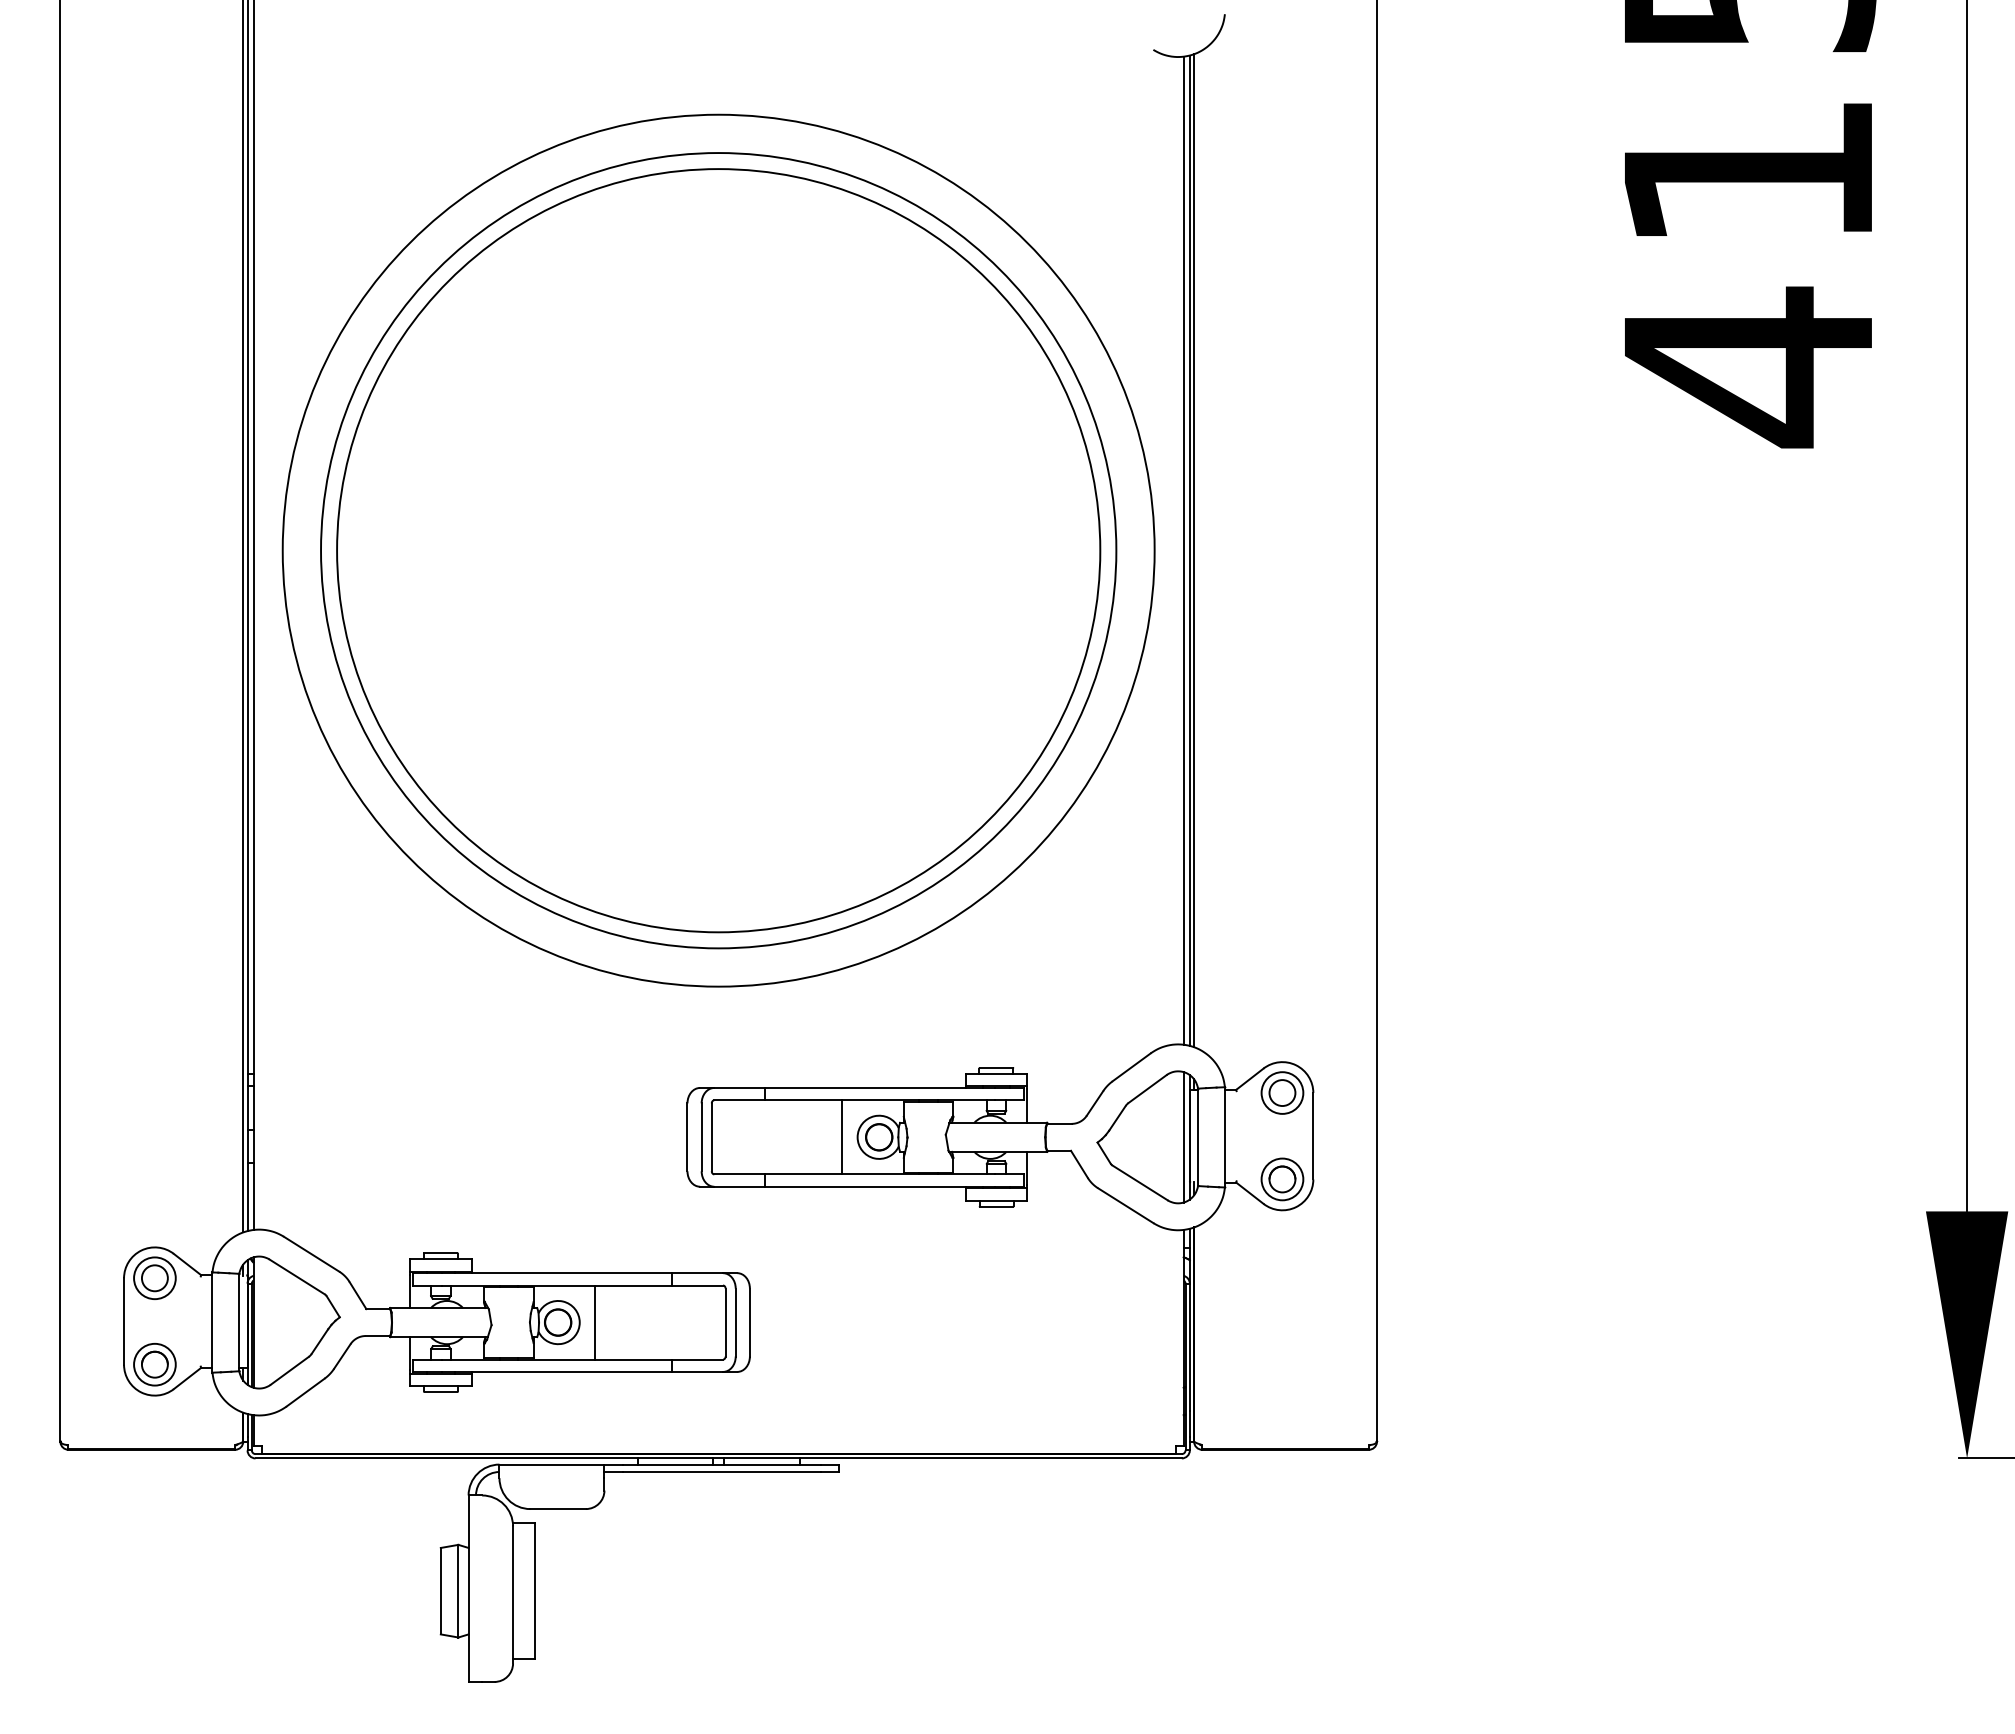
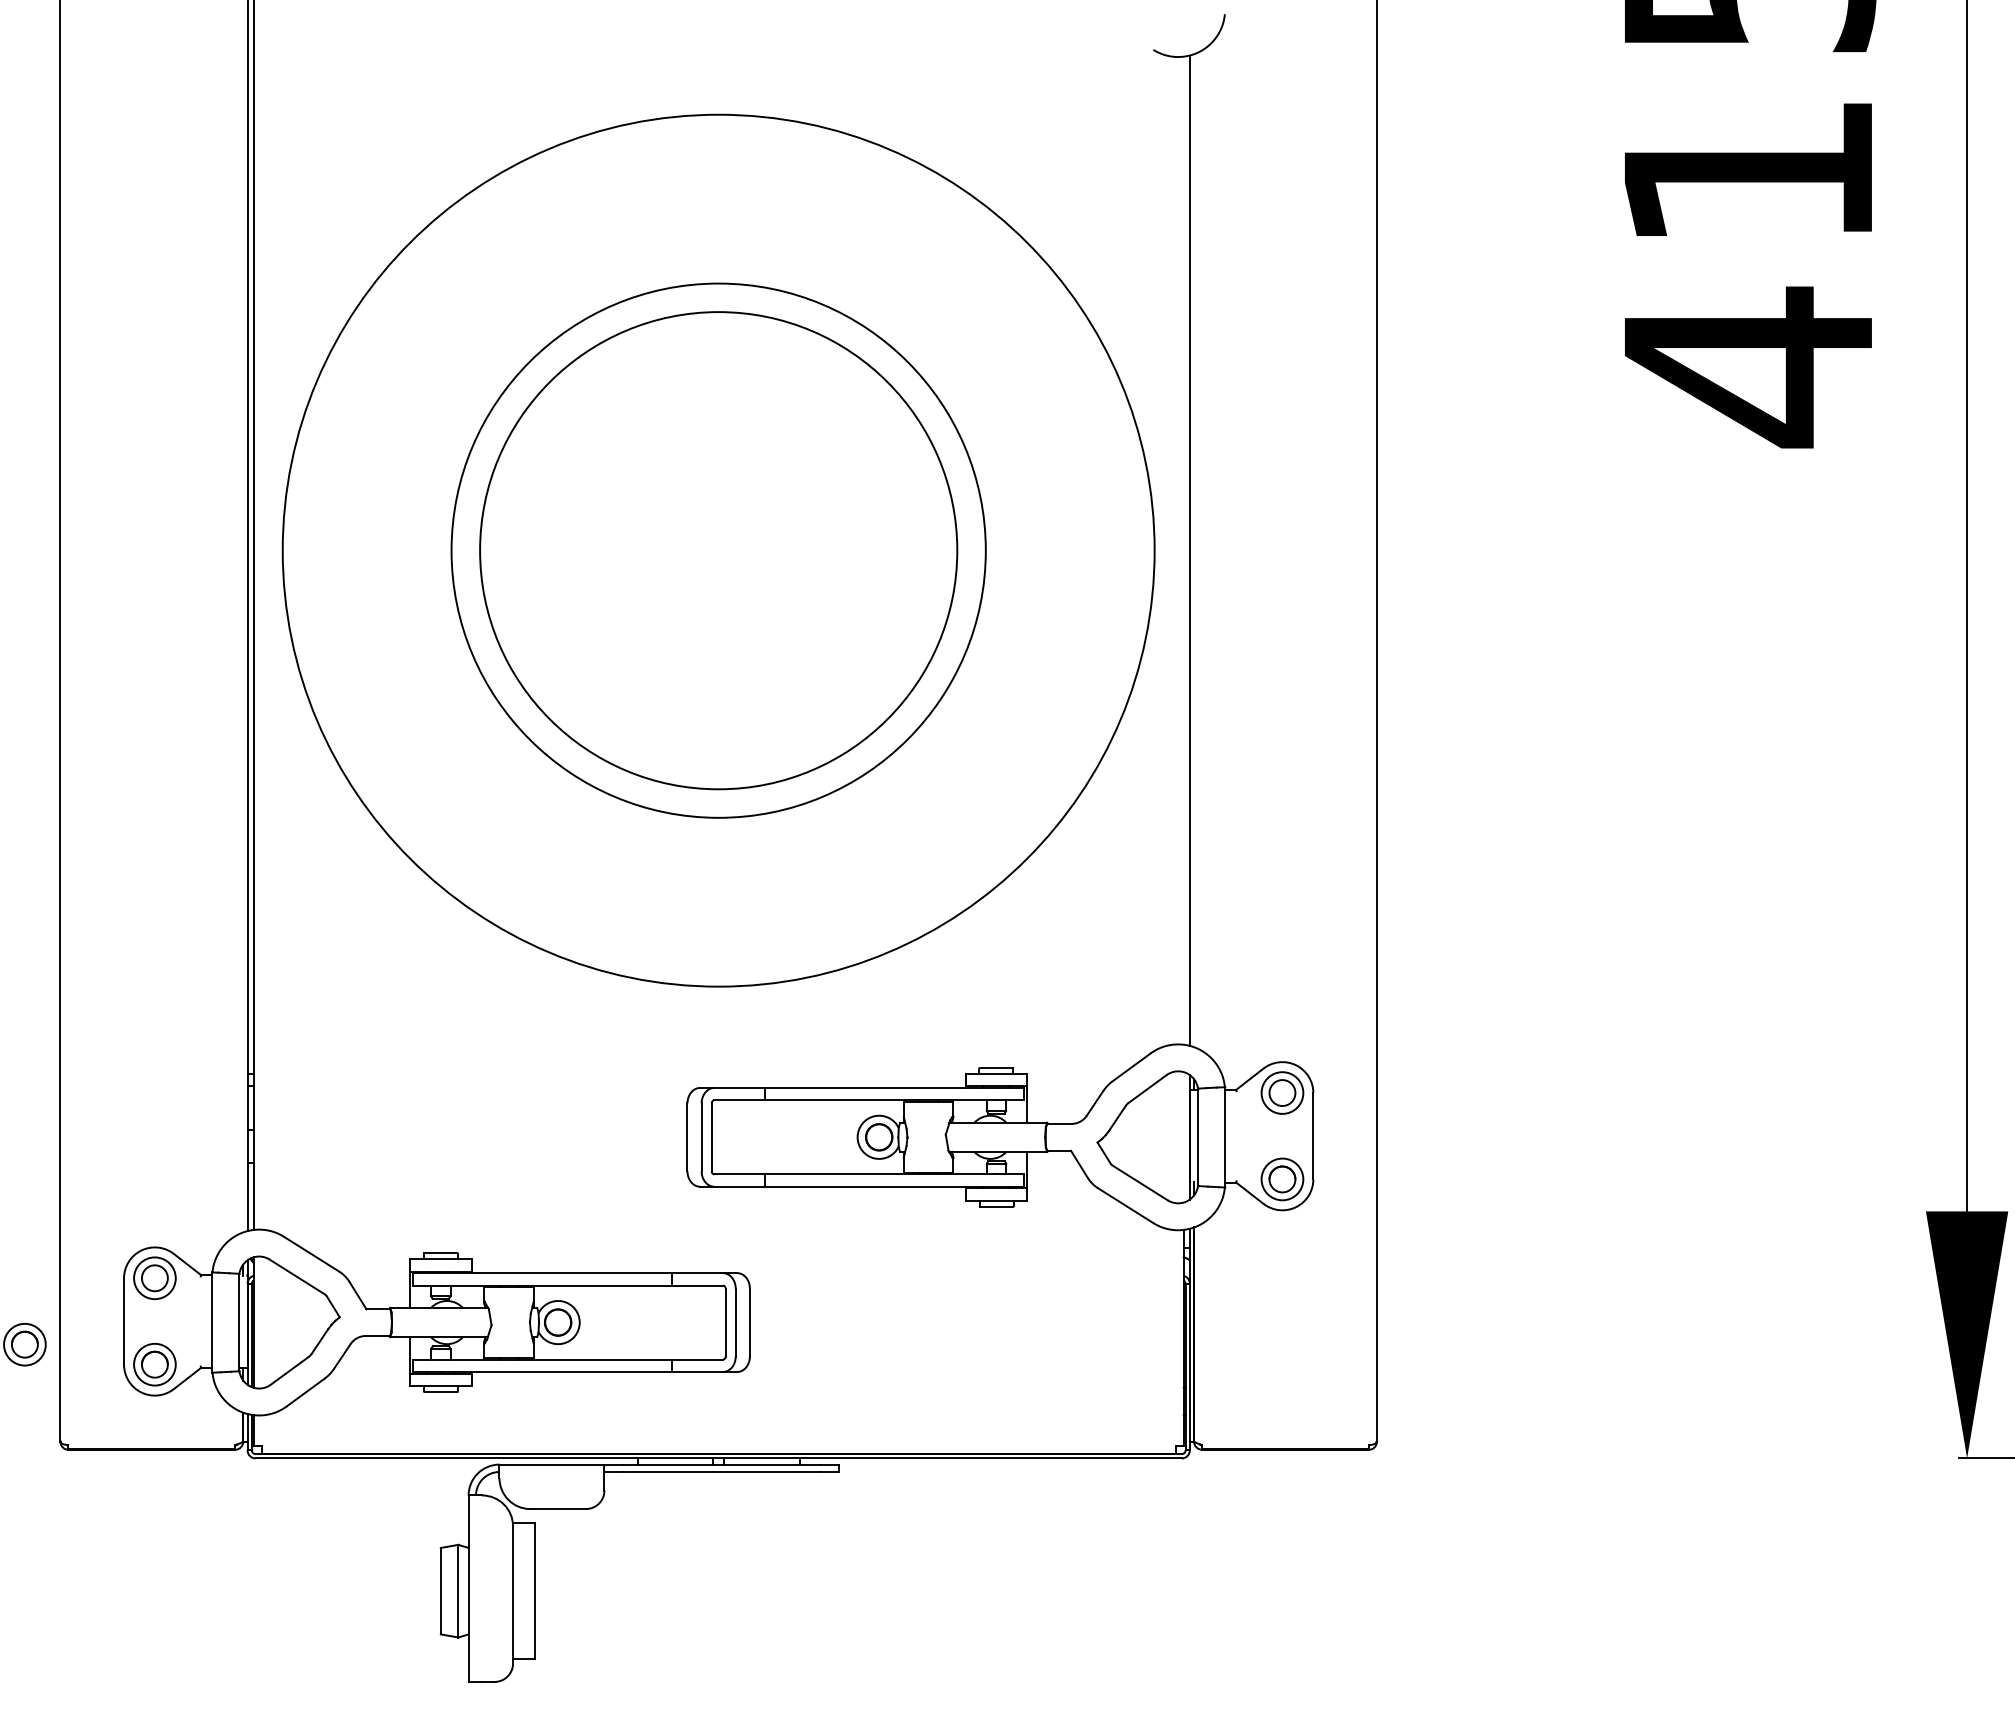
circle at (718, 550) diameter: 763 px -> 534 px
circle at (718, 550) diameter: 795 px -> 477 px
line at (1183, 550): present -> none
line at (1194, 550): present -> none
line at (243, 617): present -> none
line at (842, 1137): present -> none
line at (1183, 1137): present -> none
line at (595, 1322): present -> none
part at (24, 1344): none -> present
